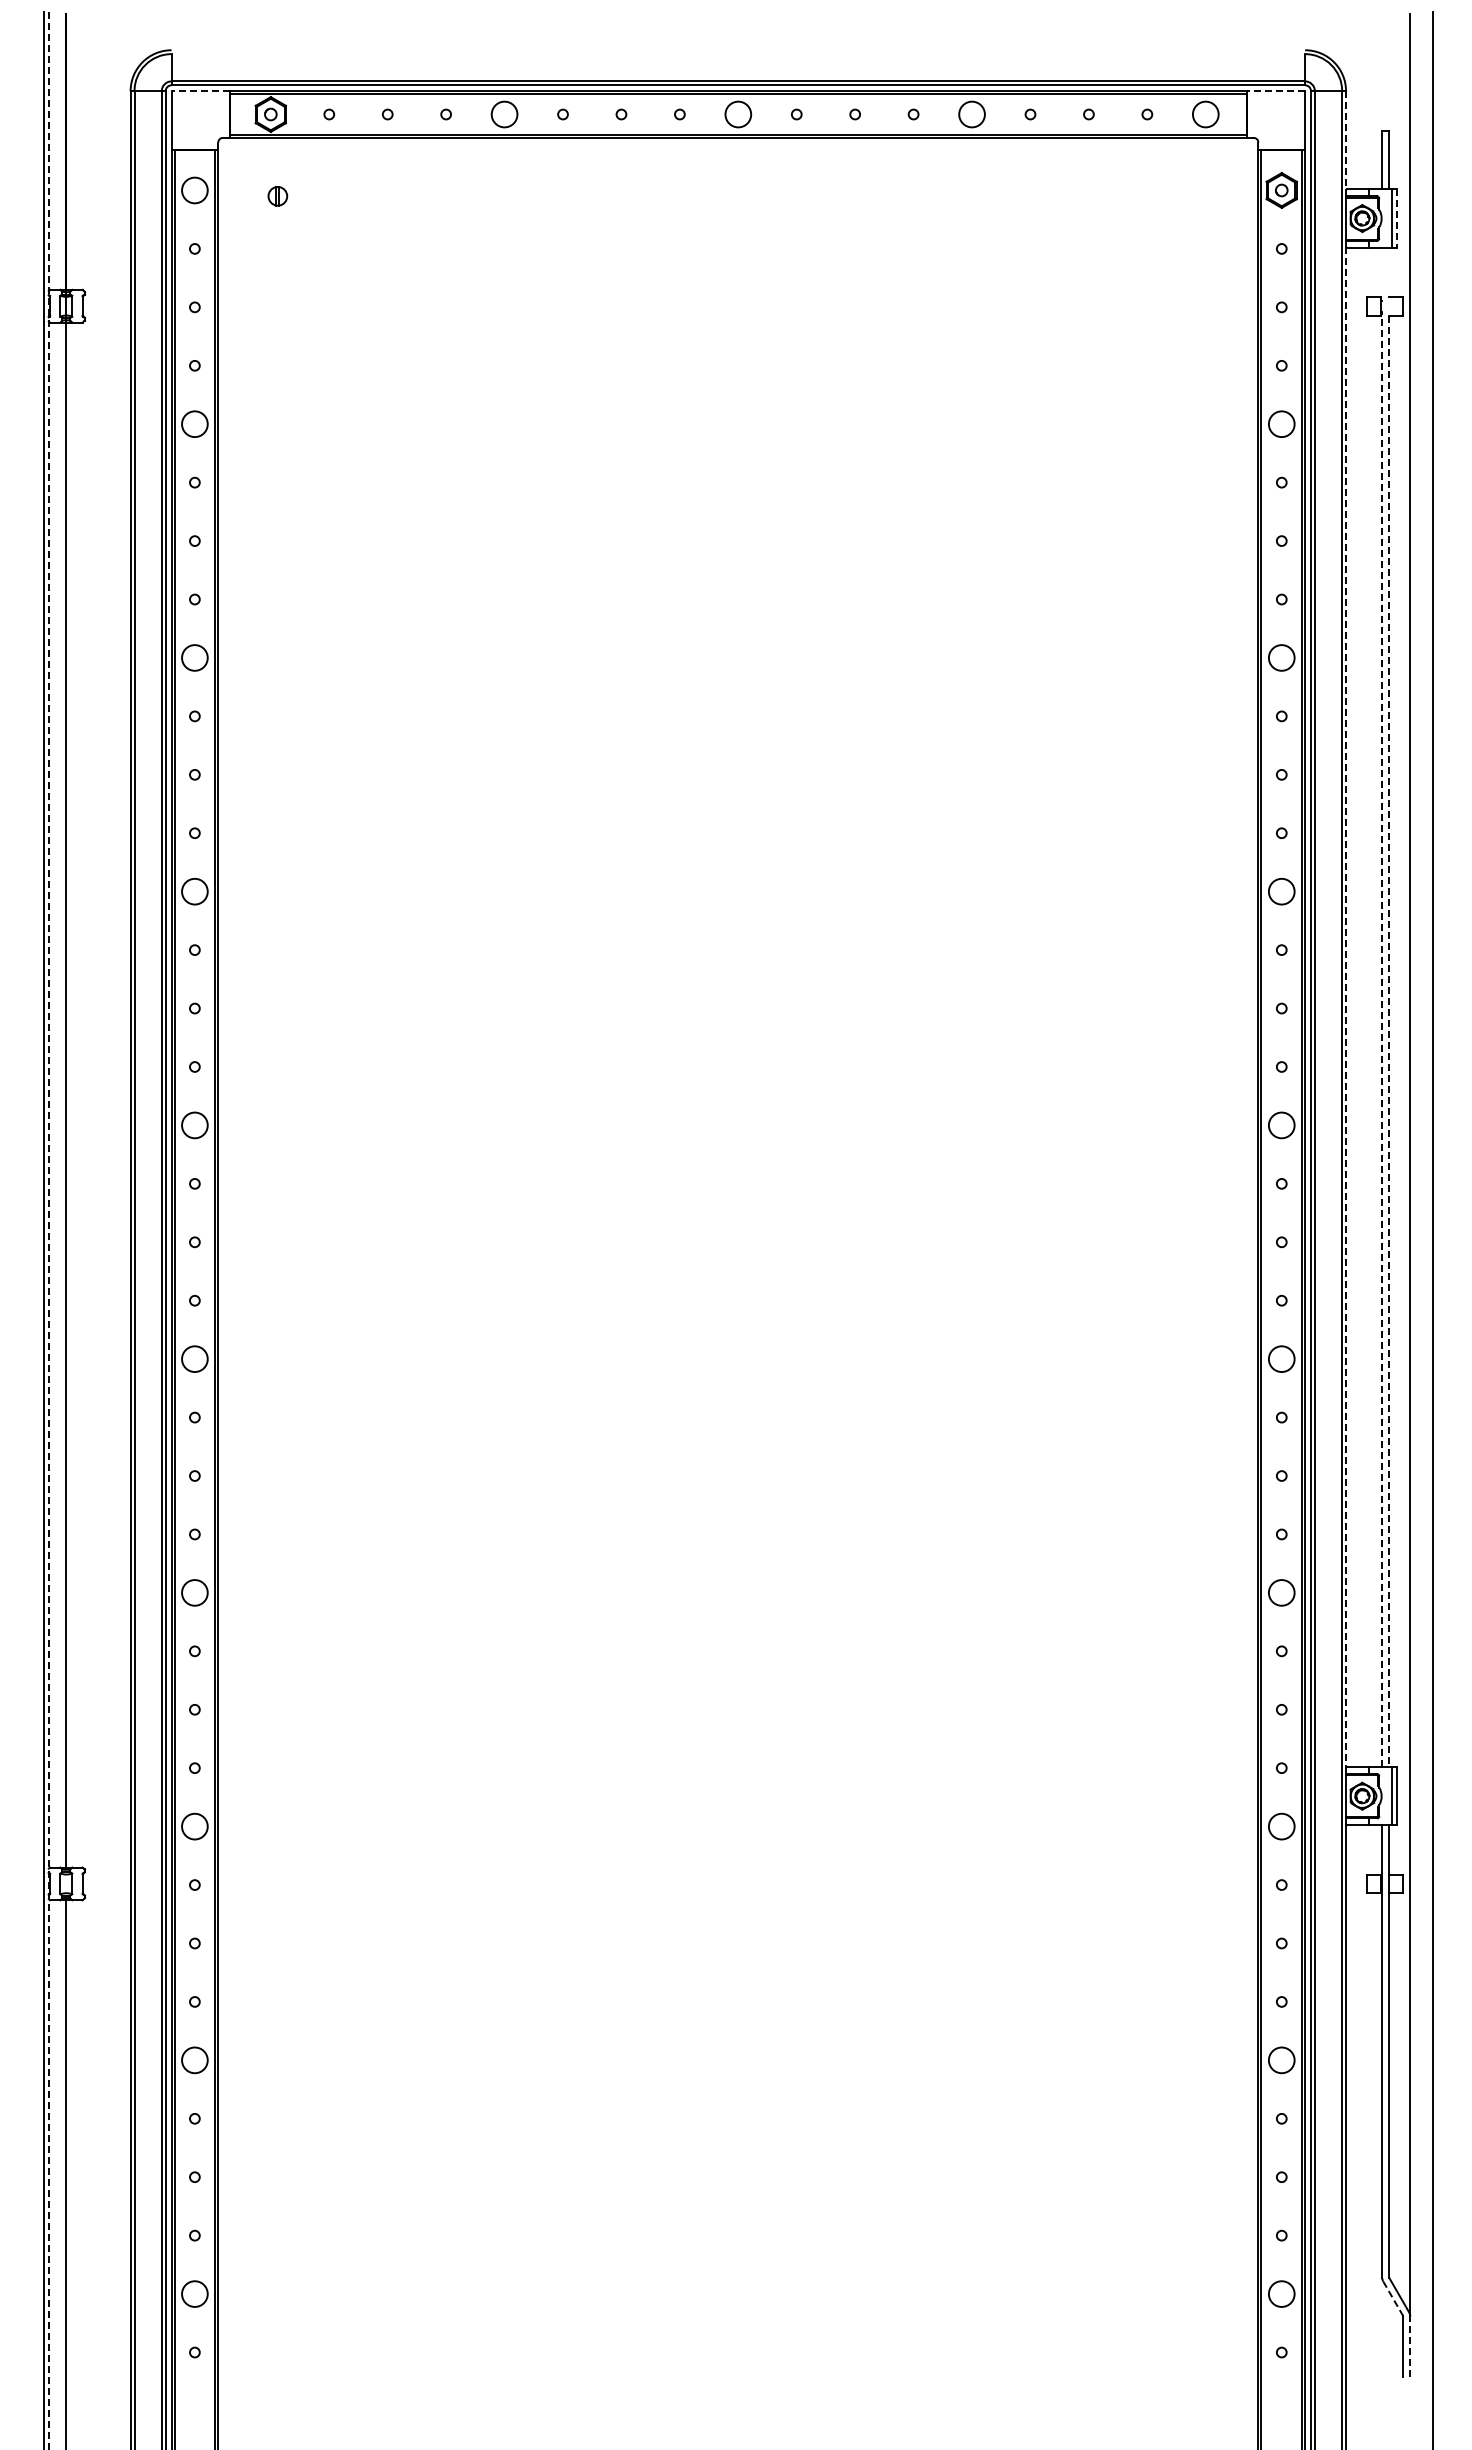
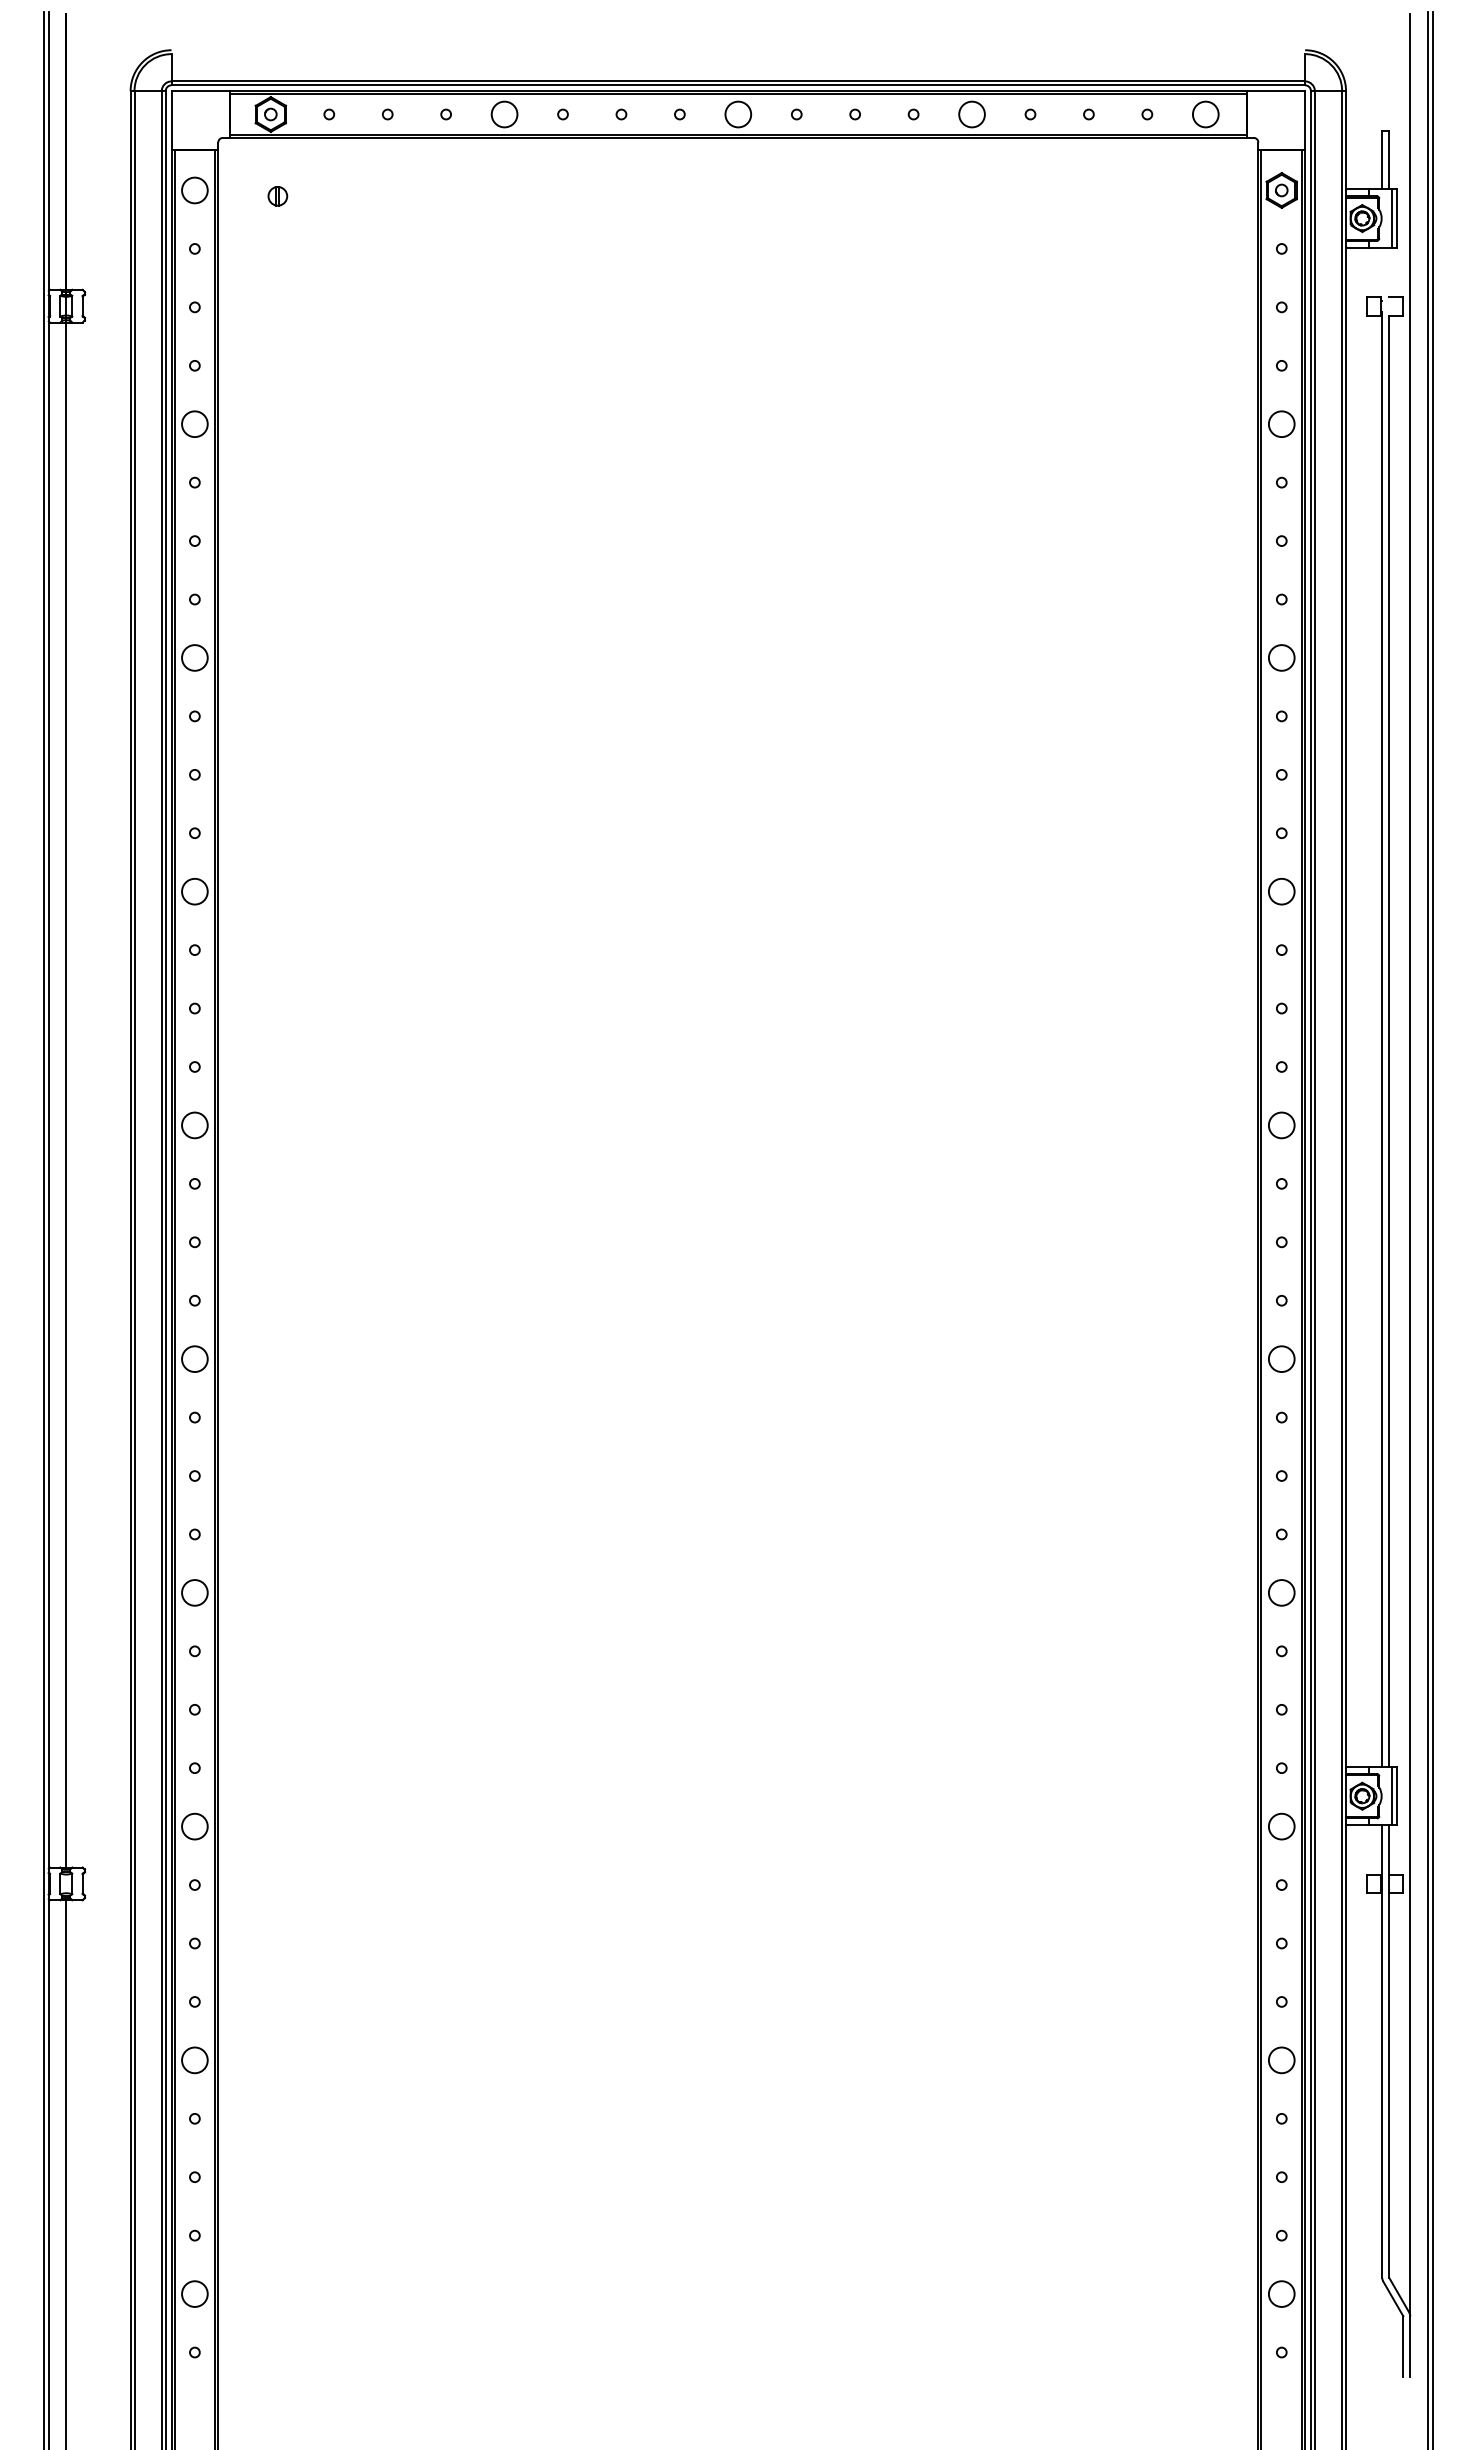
line at (200, 91): dashed -> solid
line at (1275, 91): dashed -> solid
line at (1346, 140): dashed -> solid
line at (1397, 219): dashed -> solid
line at (1346, 1007): dashed -> solid
line at (1382, 1039): dashed -> solid
line at (1389, 1041): dashed -> solid
line at (1427, 1228): none -> present
line at (48, 1230): dashed -> solid
line at (1393, 2298): dashed -> solid
line at (1410, 2346): dashed -> solid
